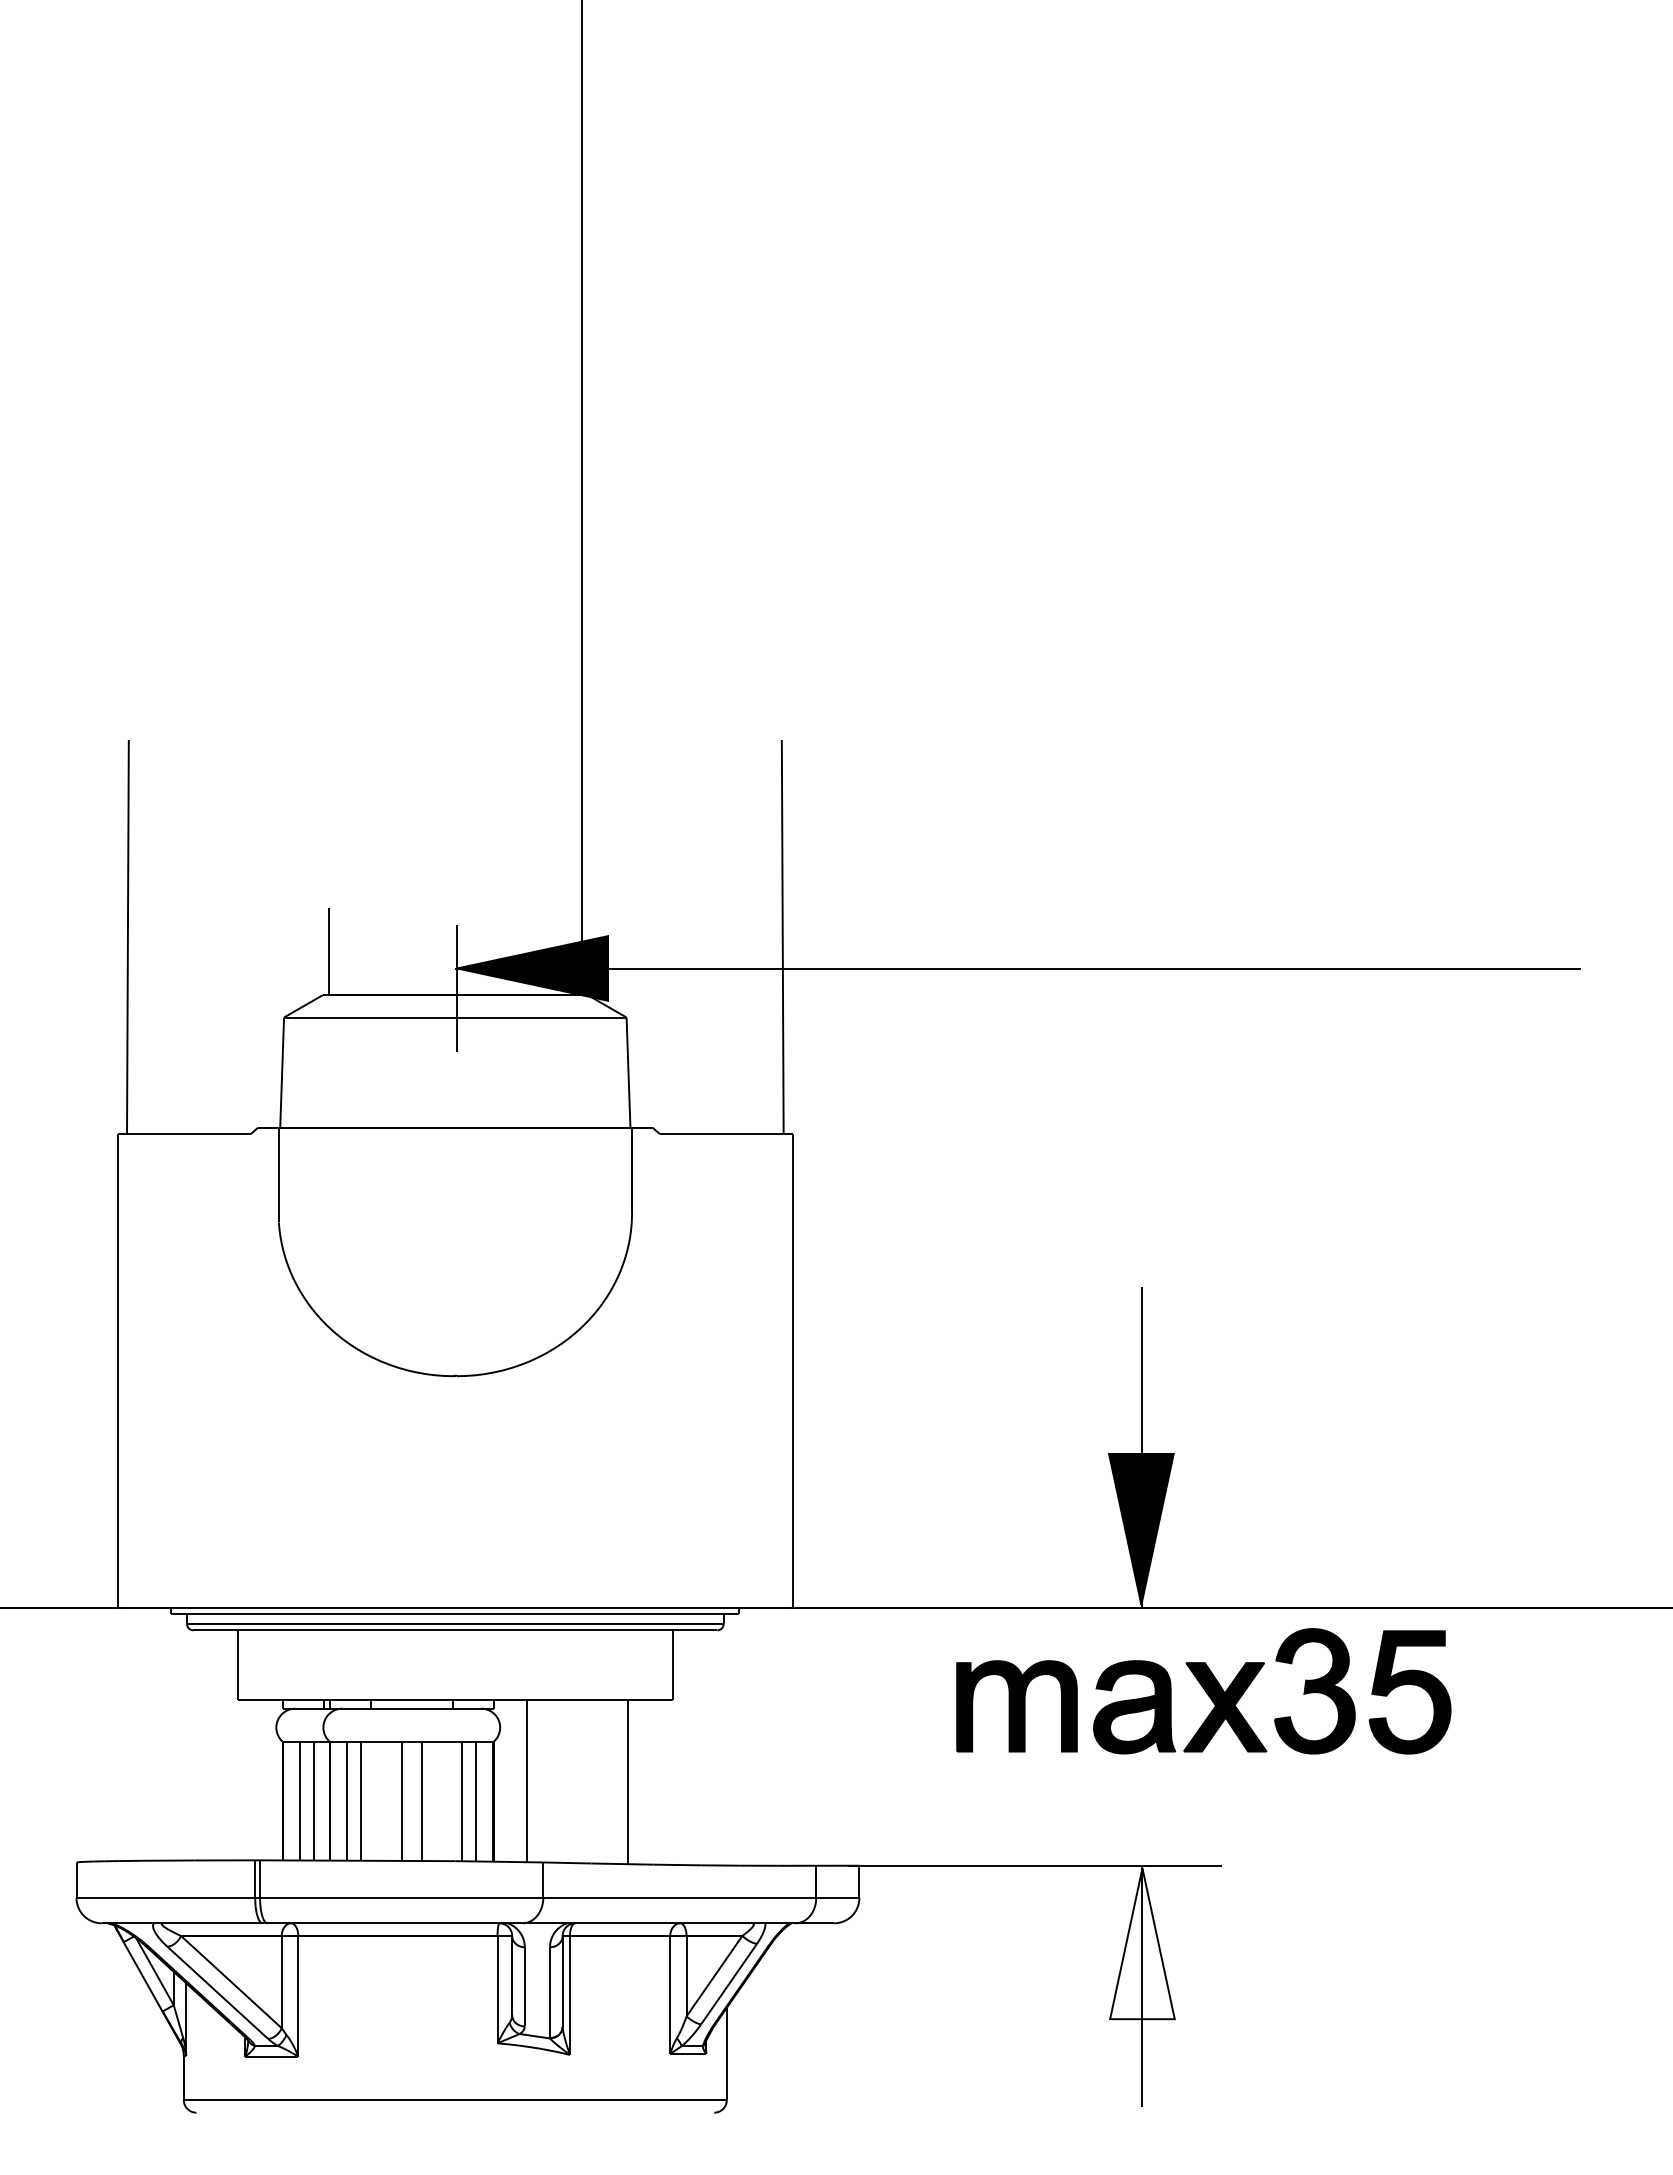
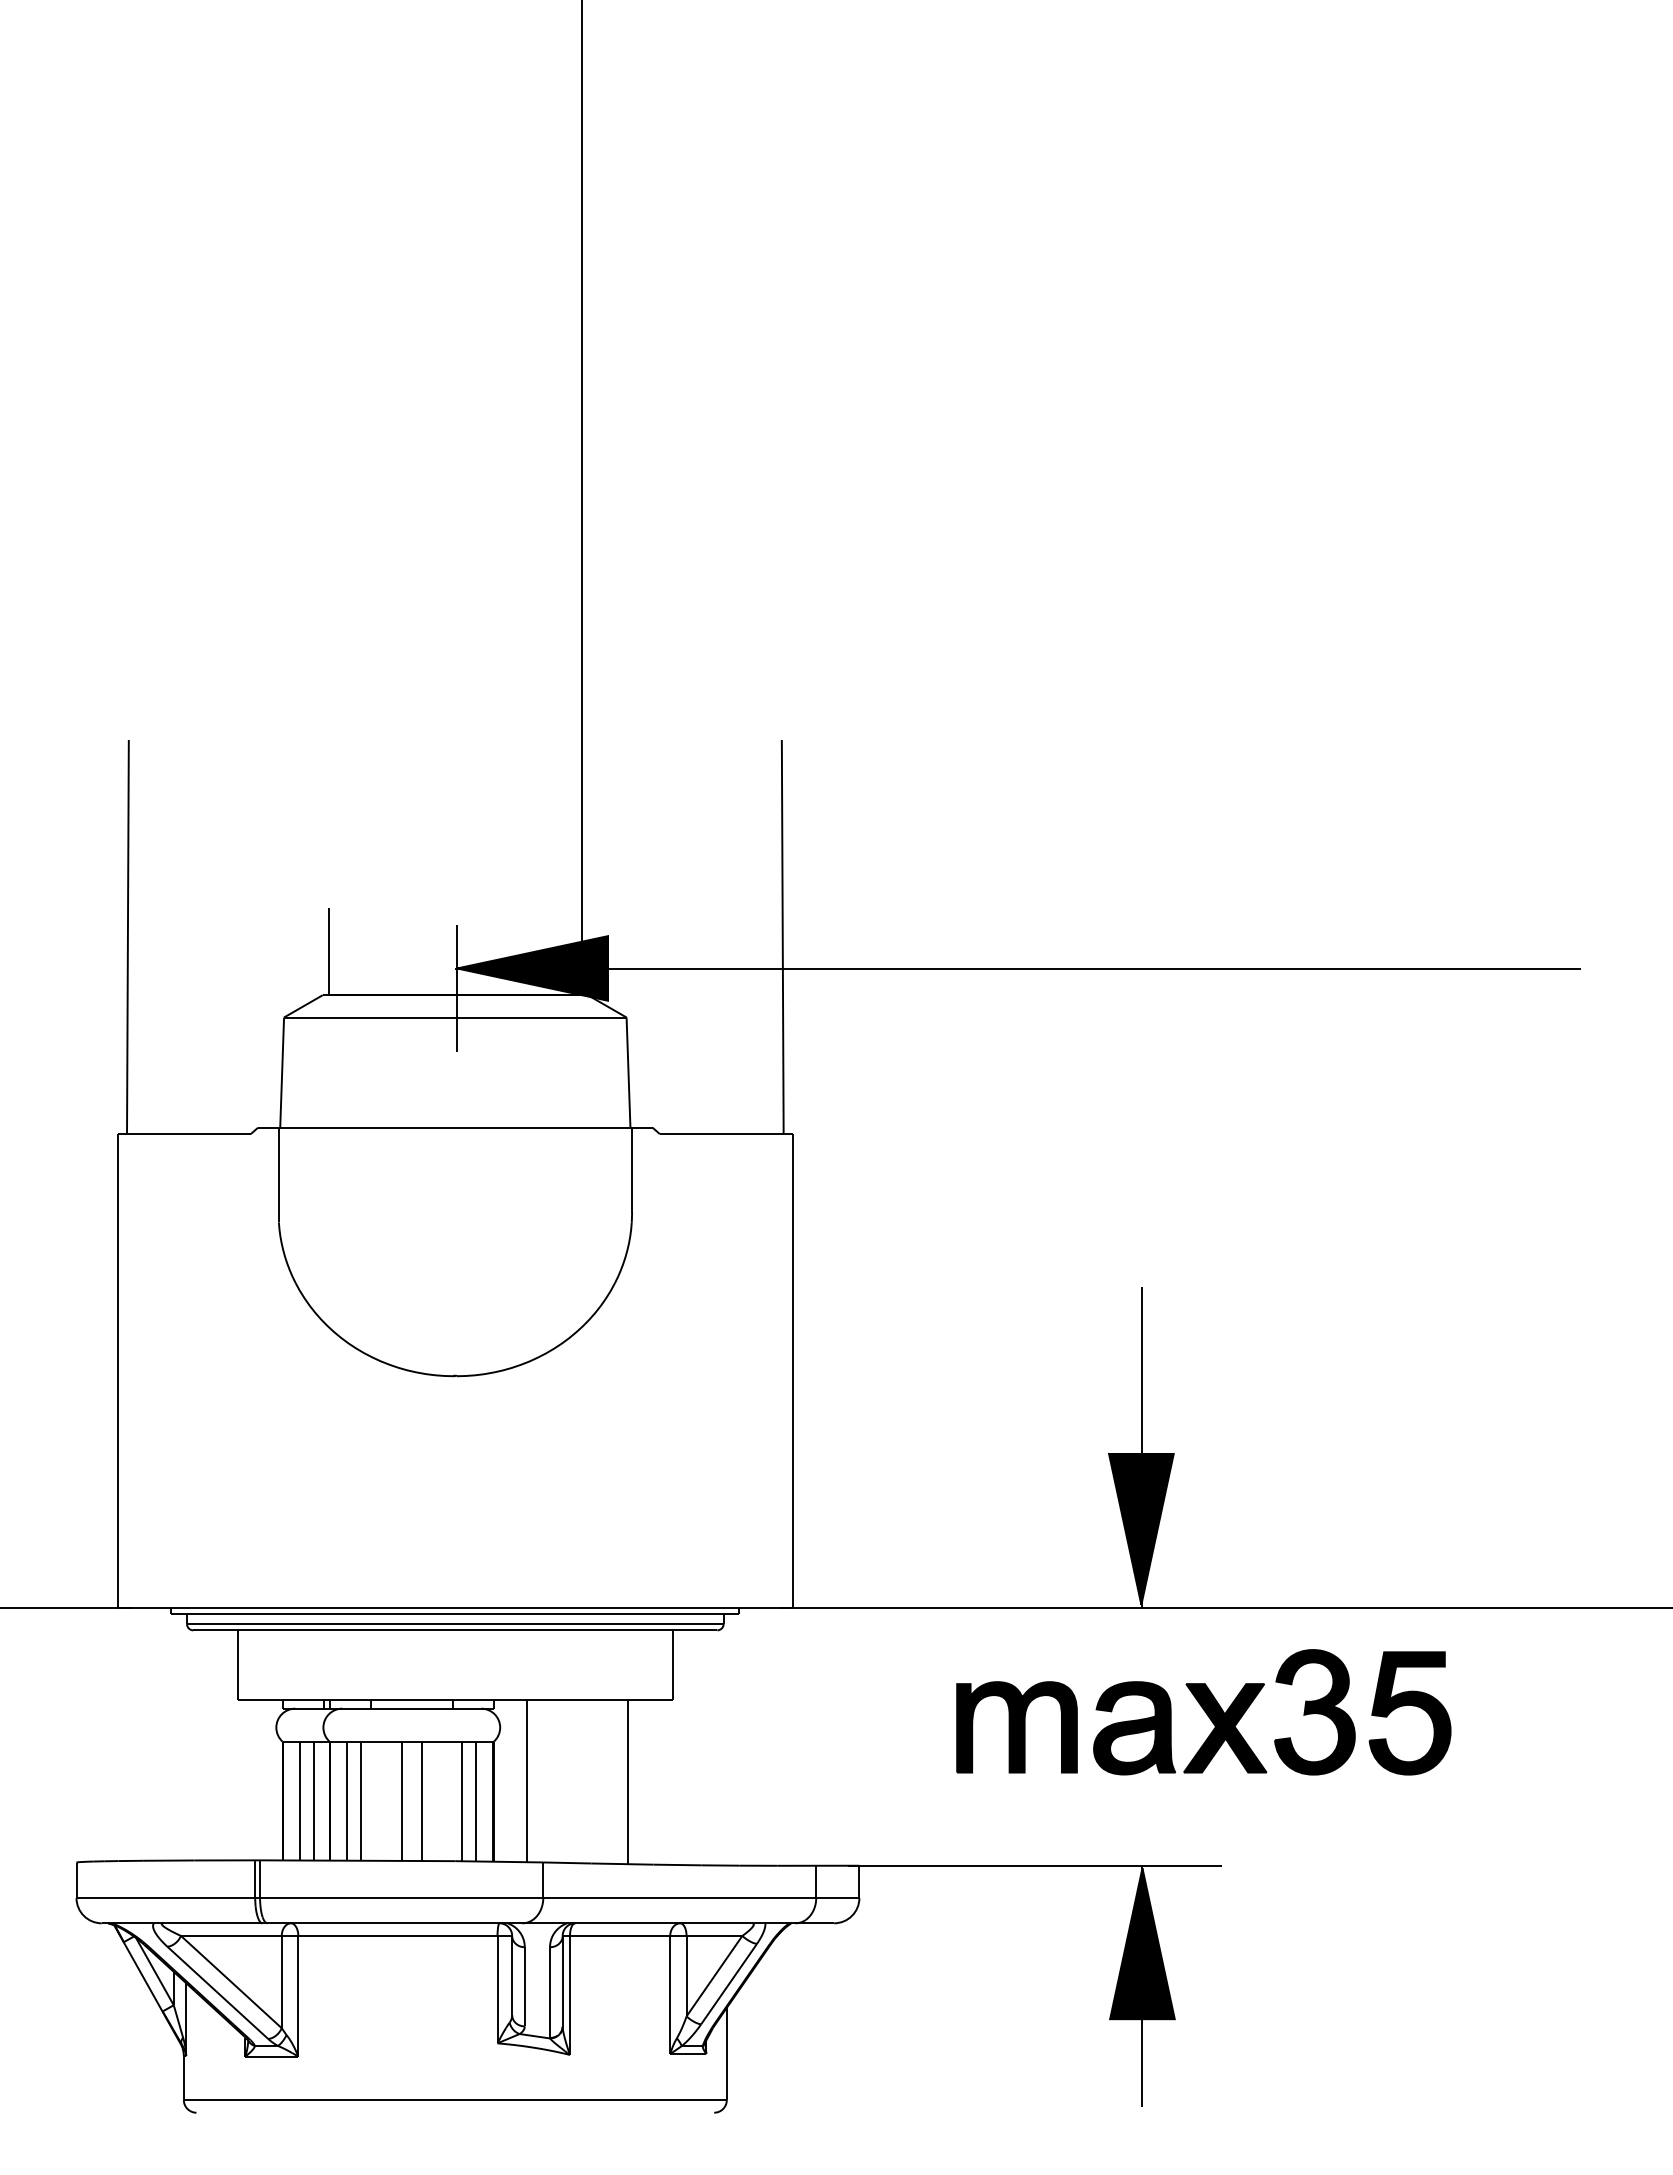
part at (1203, 1691) position: (1203, 1691) -> (1203, 1712)
fill at (1142, 1943): none -> present
